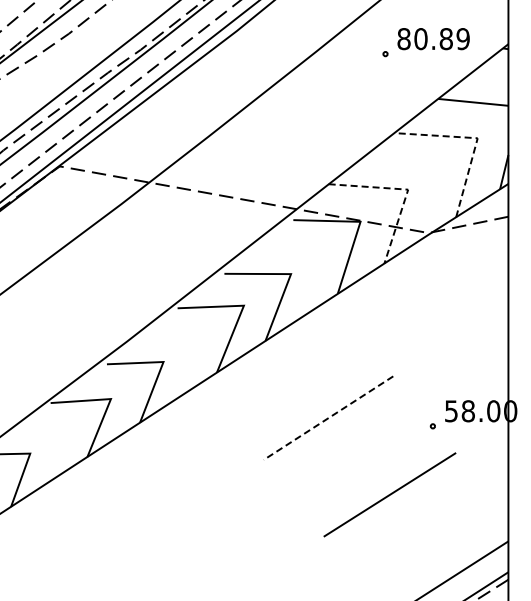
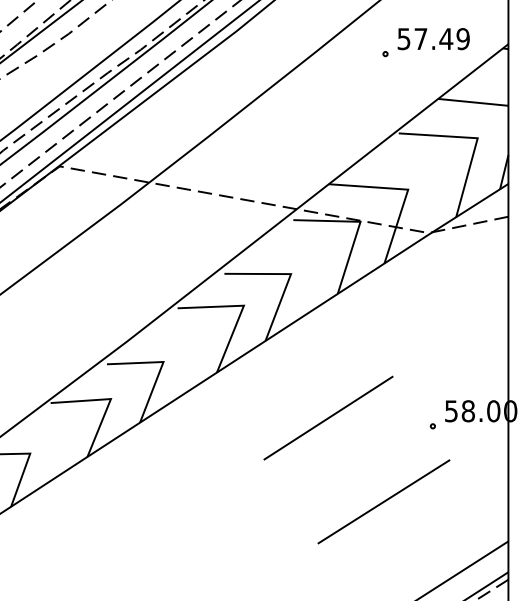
text at (425, 39): 80.89 -> 57.49
line at (477, 138): dashed -> solid
line at (408, 189): dashed -> solid
line at (328, 418): dashed -> solid
line at (389, 494) position: (389, 494) -> (383, 501)
